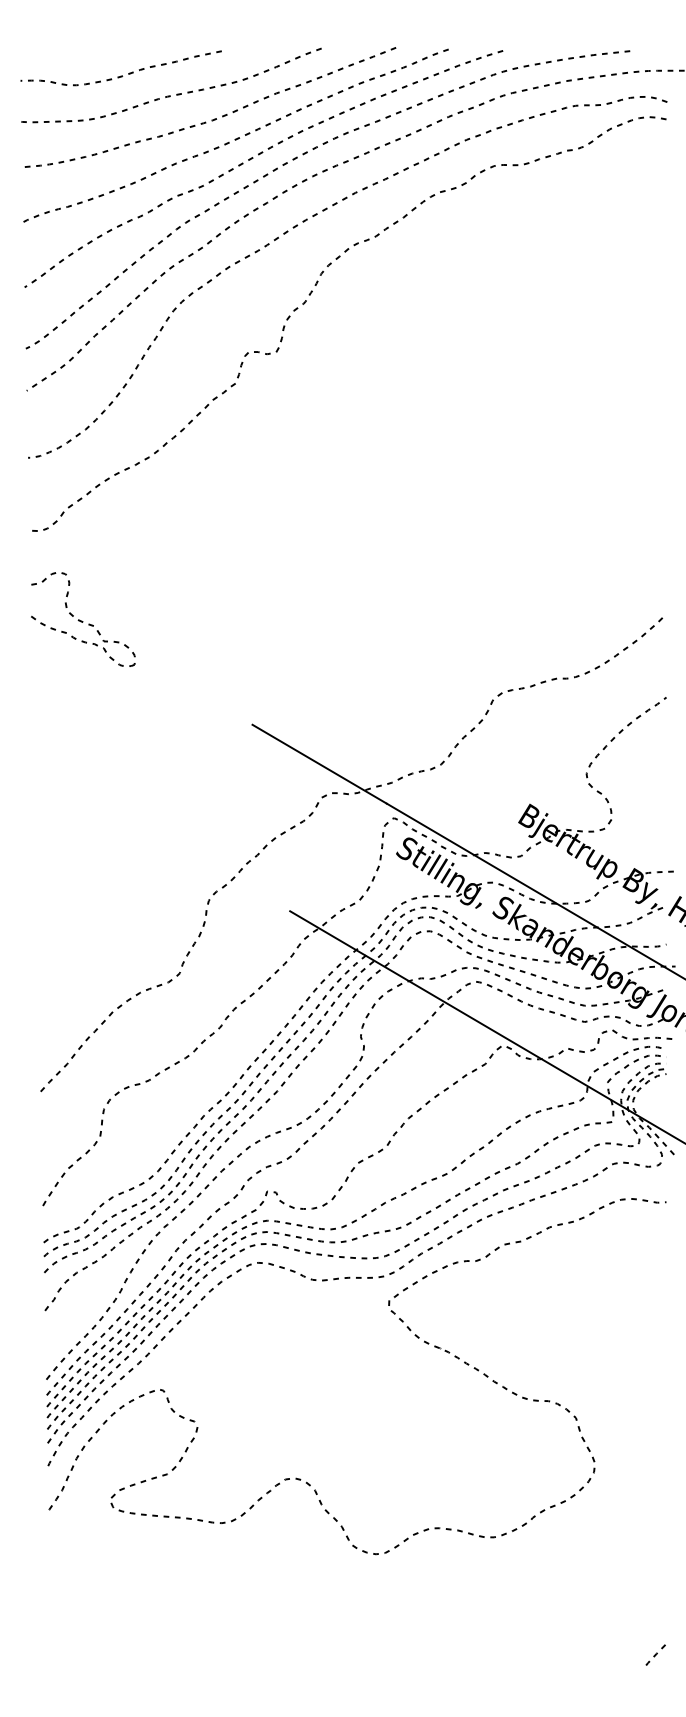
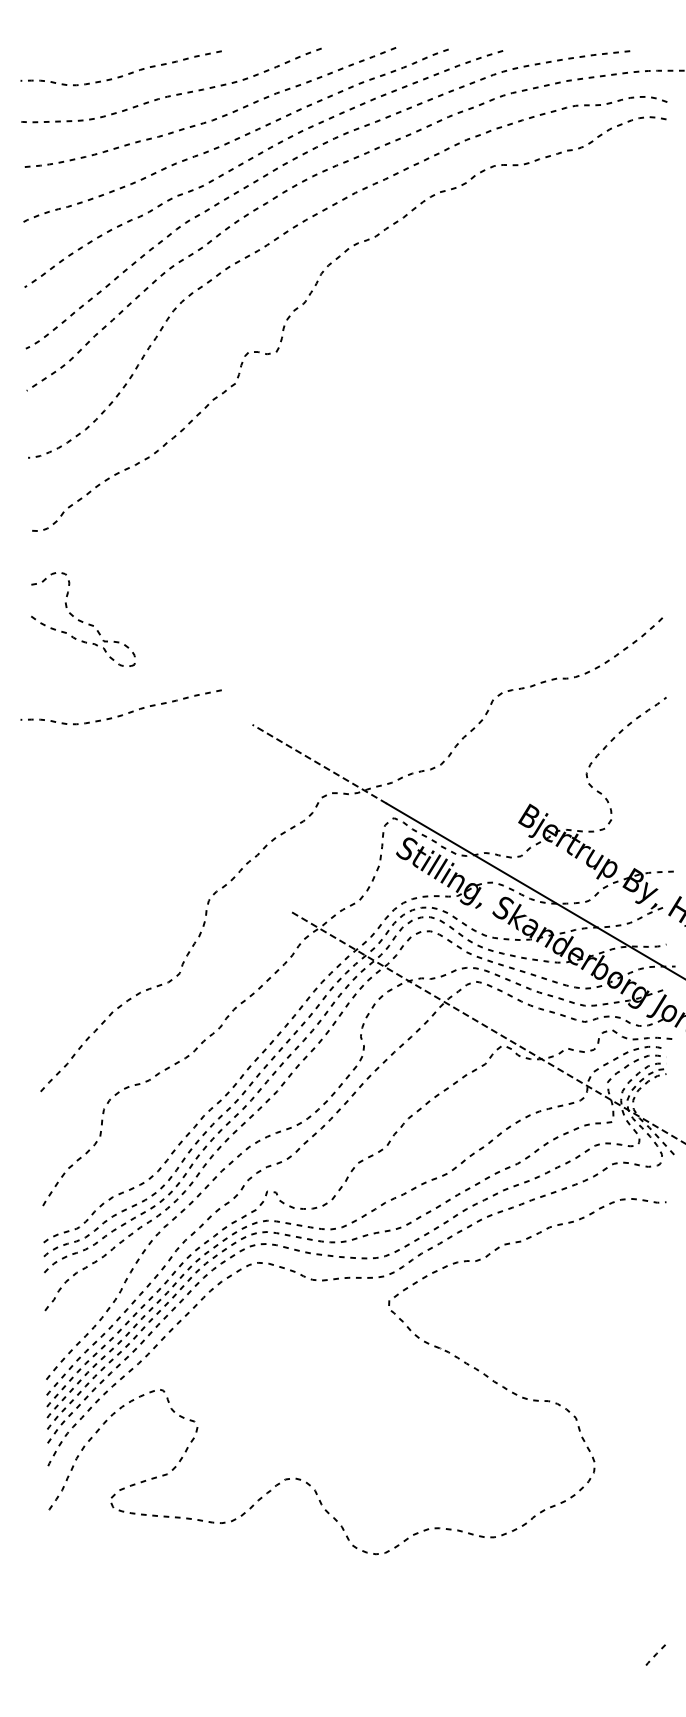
curve at (120, 714): none -> present
line at (319, 764): solid -> dashed
line at (487, 1027): solid -> dashed
